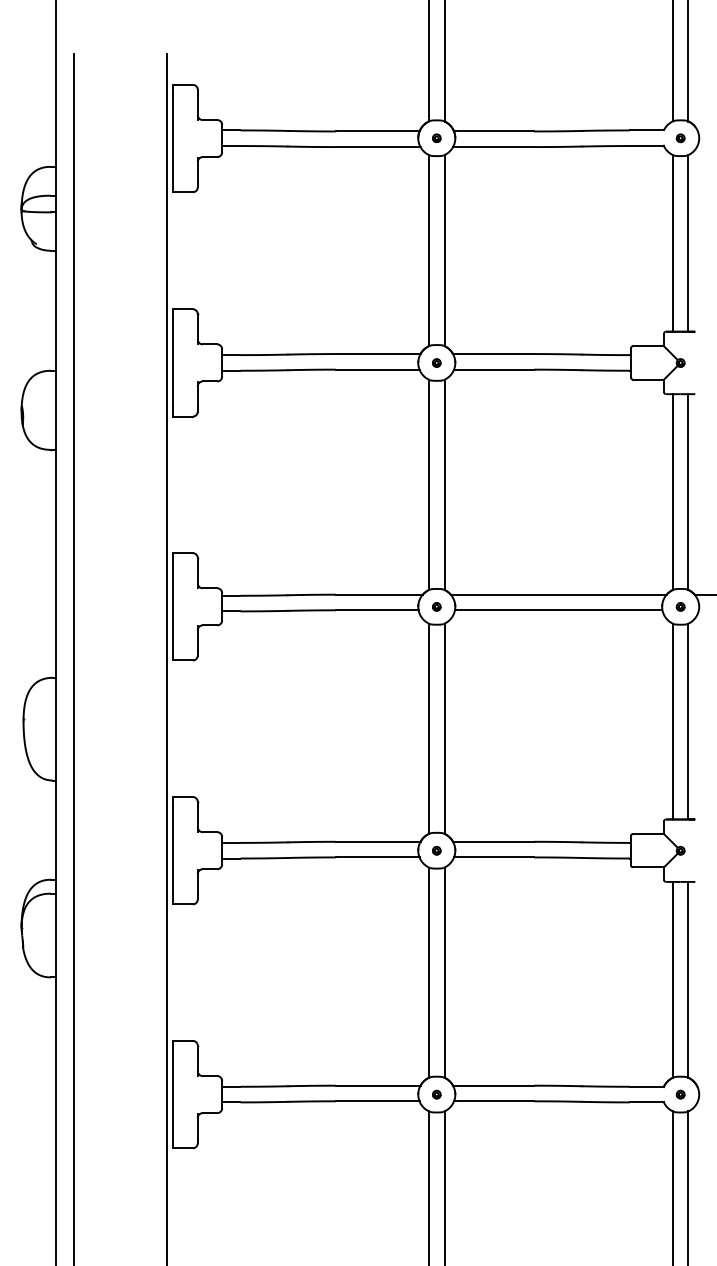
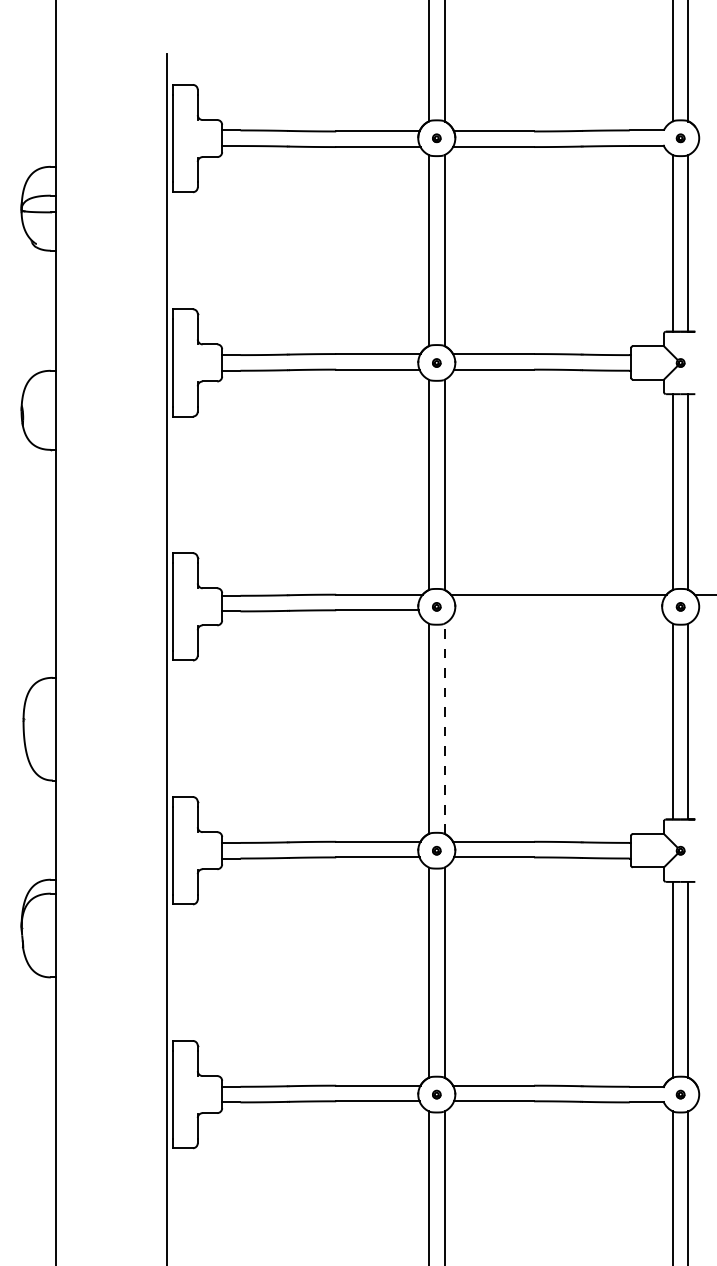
line at (558, 610): present -> none
line at (74, 658): present -> none
line at (444, 728): solid -> dashed
